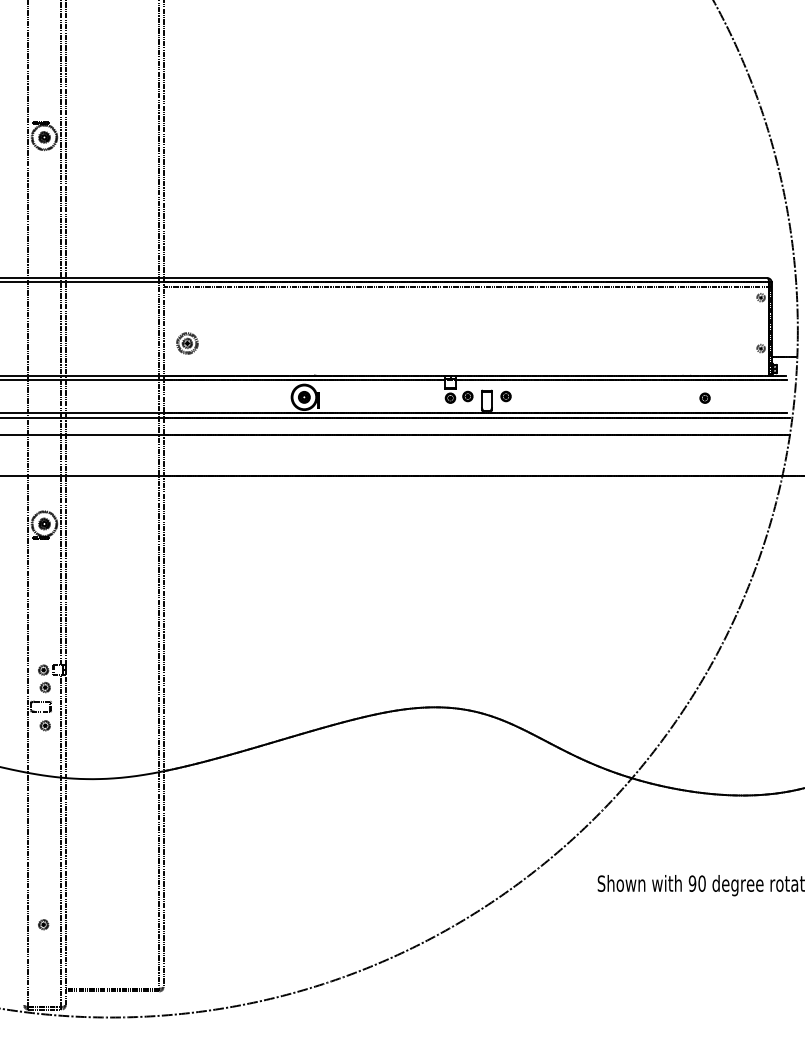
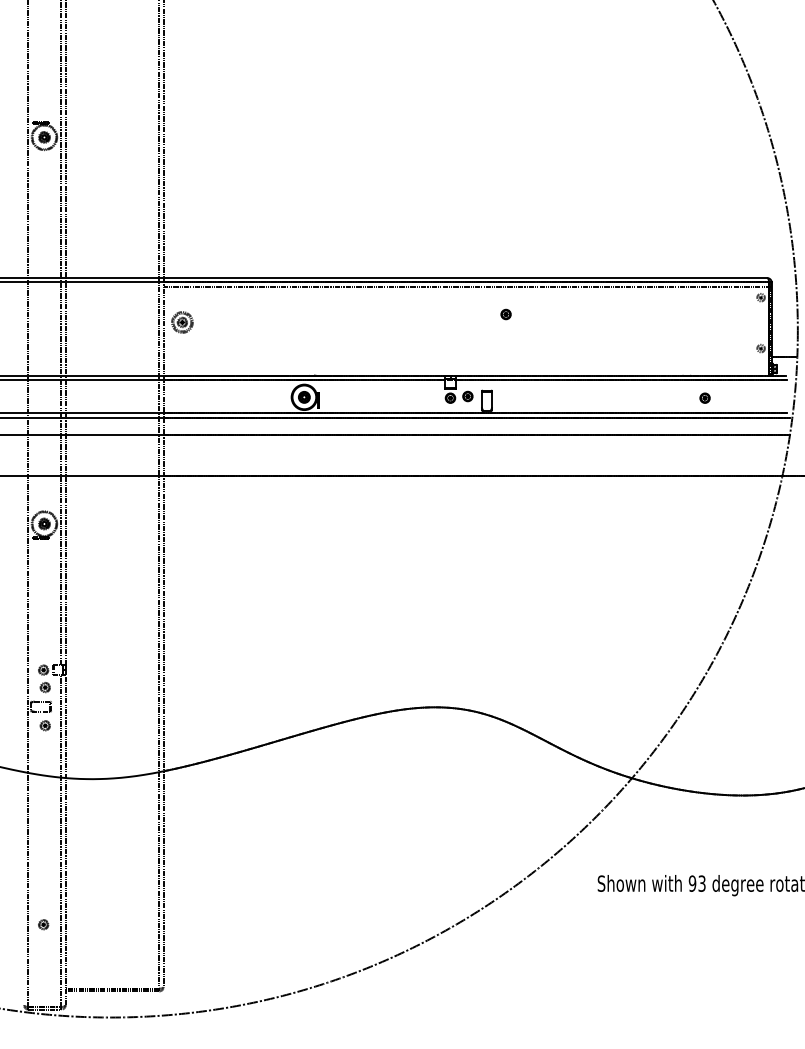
part at (187, 343) position: (187, 343) -> (182, 322)
part at (505, 396) position: (505, 396) -> (505, 314)
text at (701, 883): 90 -> 93
